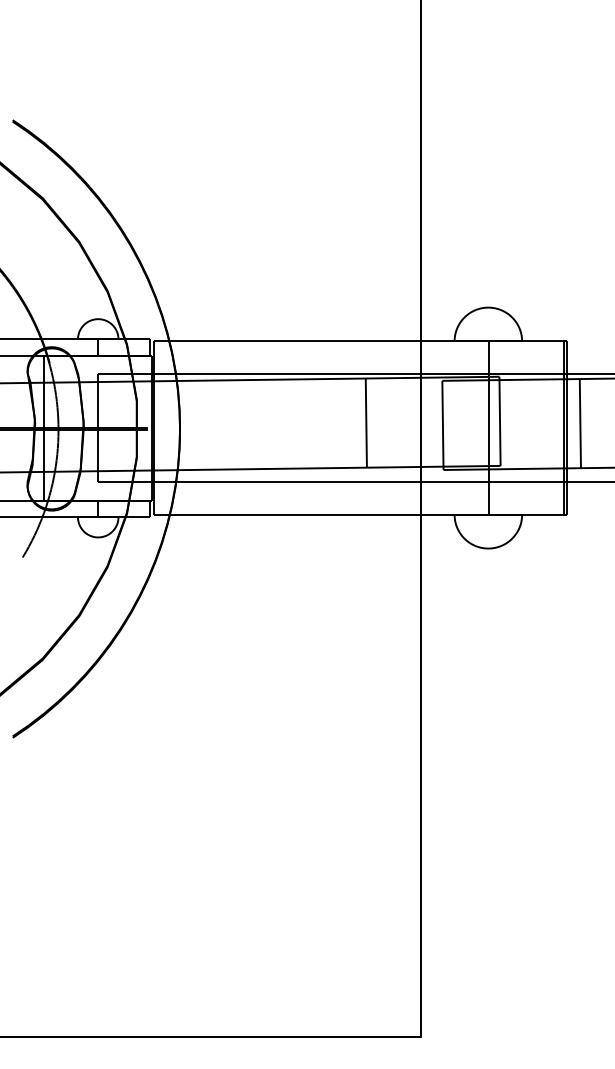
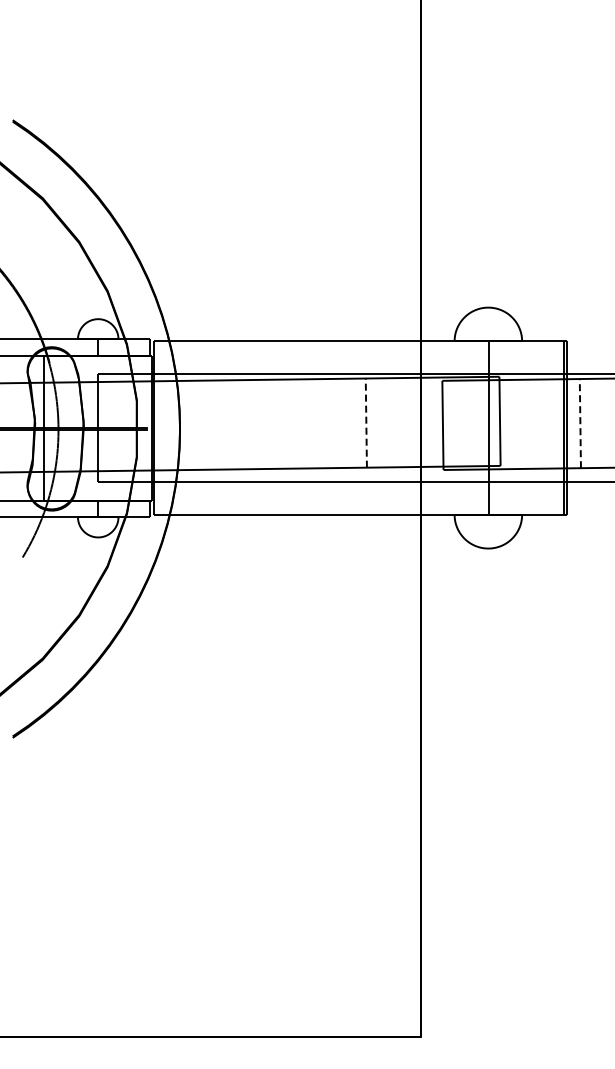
line at (366, 423): solid -> dashed
line at (580, 423): solid -> dashed
